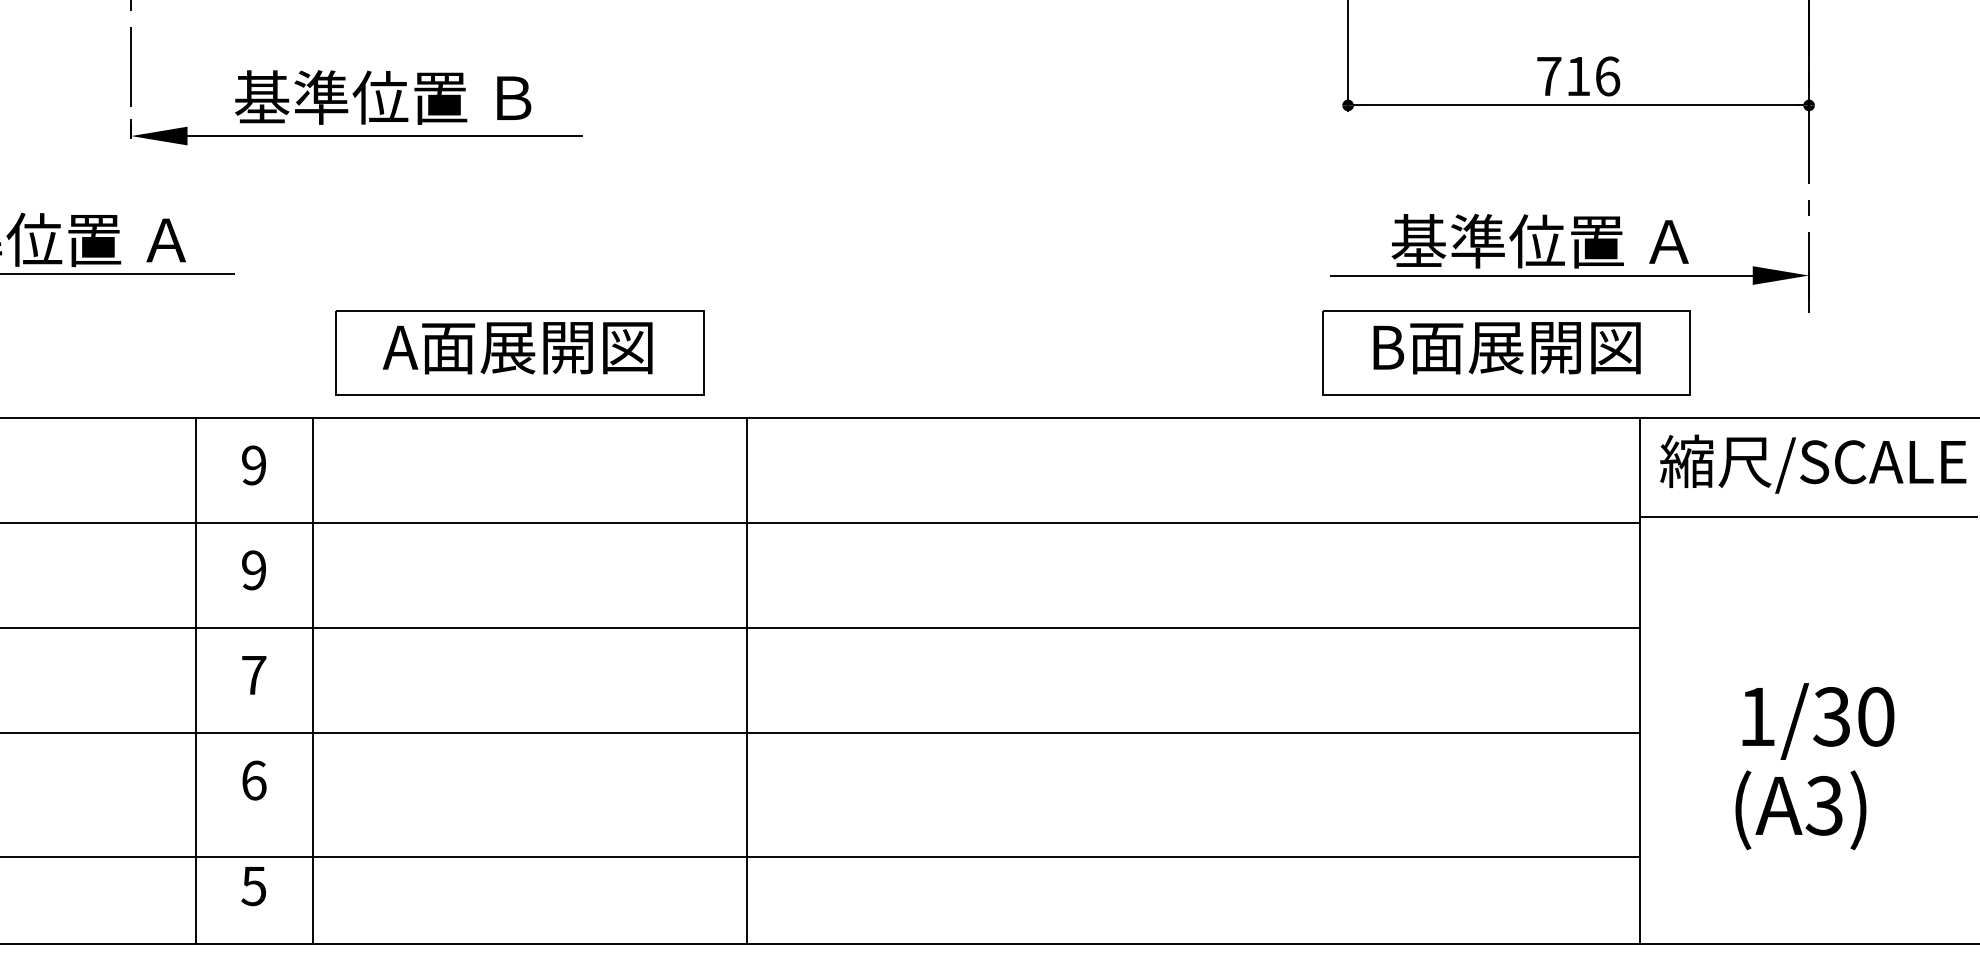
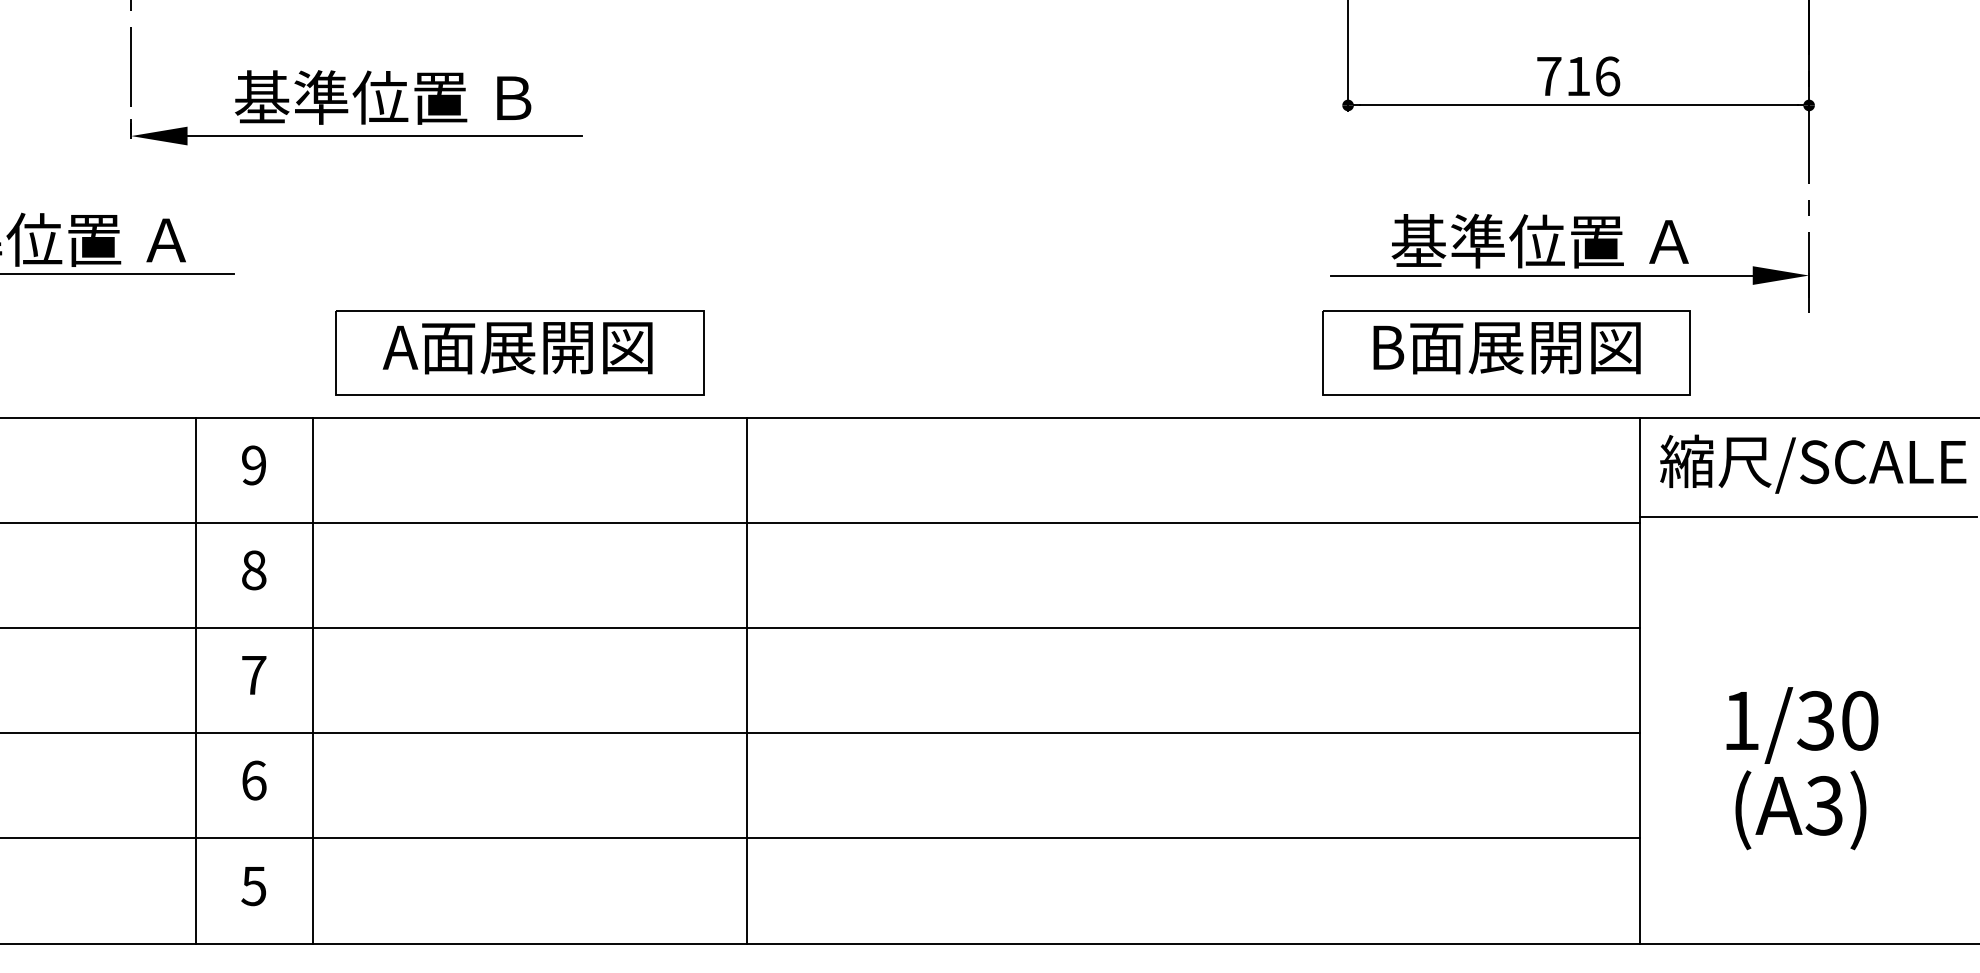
text at (254, 570): 9 -> 8
text at (1818, 721) position: (1818, 721) -> (1802, 725)
line at (820, 857) position: (820, 857) -> (820, 838)
